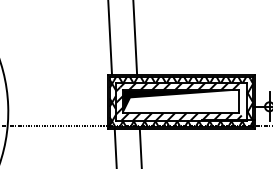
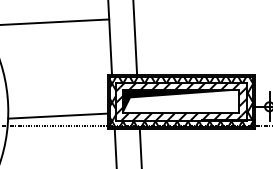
line at (55, 21): none -> present
hatch at (242, 101): none -> present
line at (57, 115): none -> present
